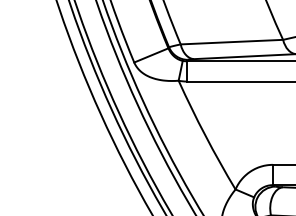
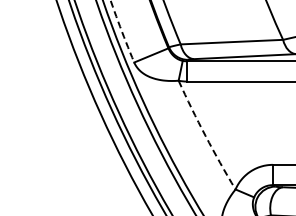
arc at (121, 31): solid -> dashed
arc at (205, 135): solid -> dashed
